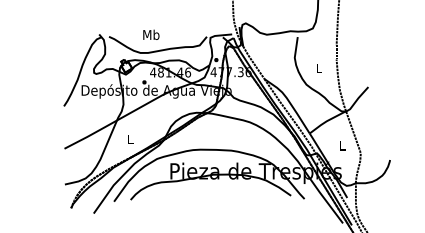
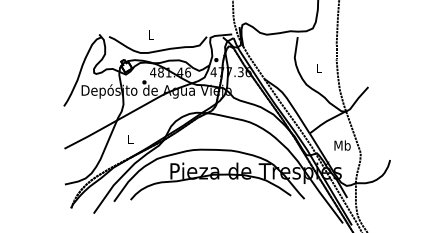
text at (151, 34): Mb -> L
text at (342, 145): L -> Mb
